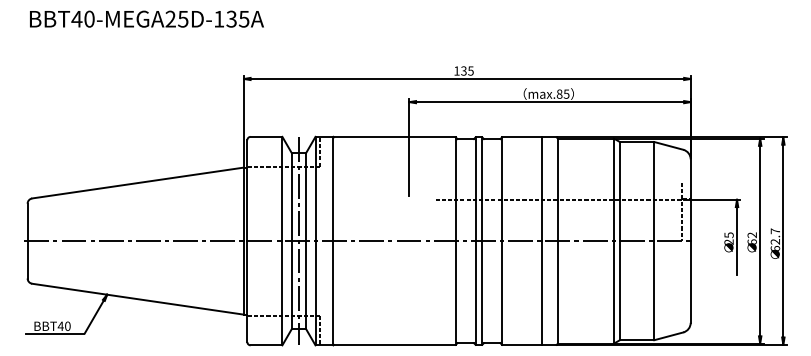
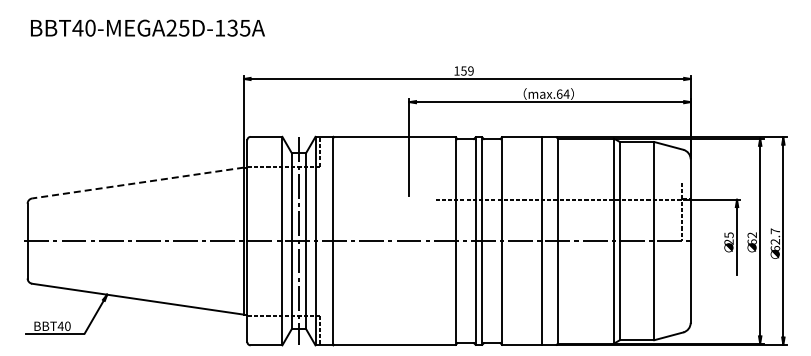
text at (146, 18) position: (146, 18) -> (147, 27)
text at (467, 70): 135 -> 159
text at (562, 93): max.85 -> max.64
line at (137, 183): solid -> dashed
